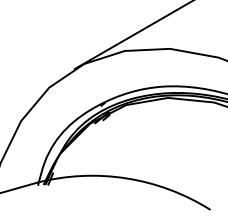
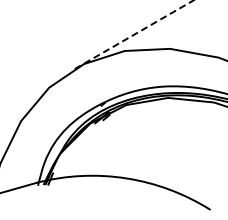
line at (134, 34): solid -> dashed
